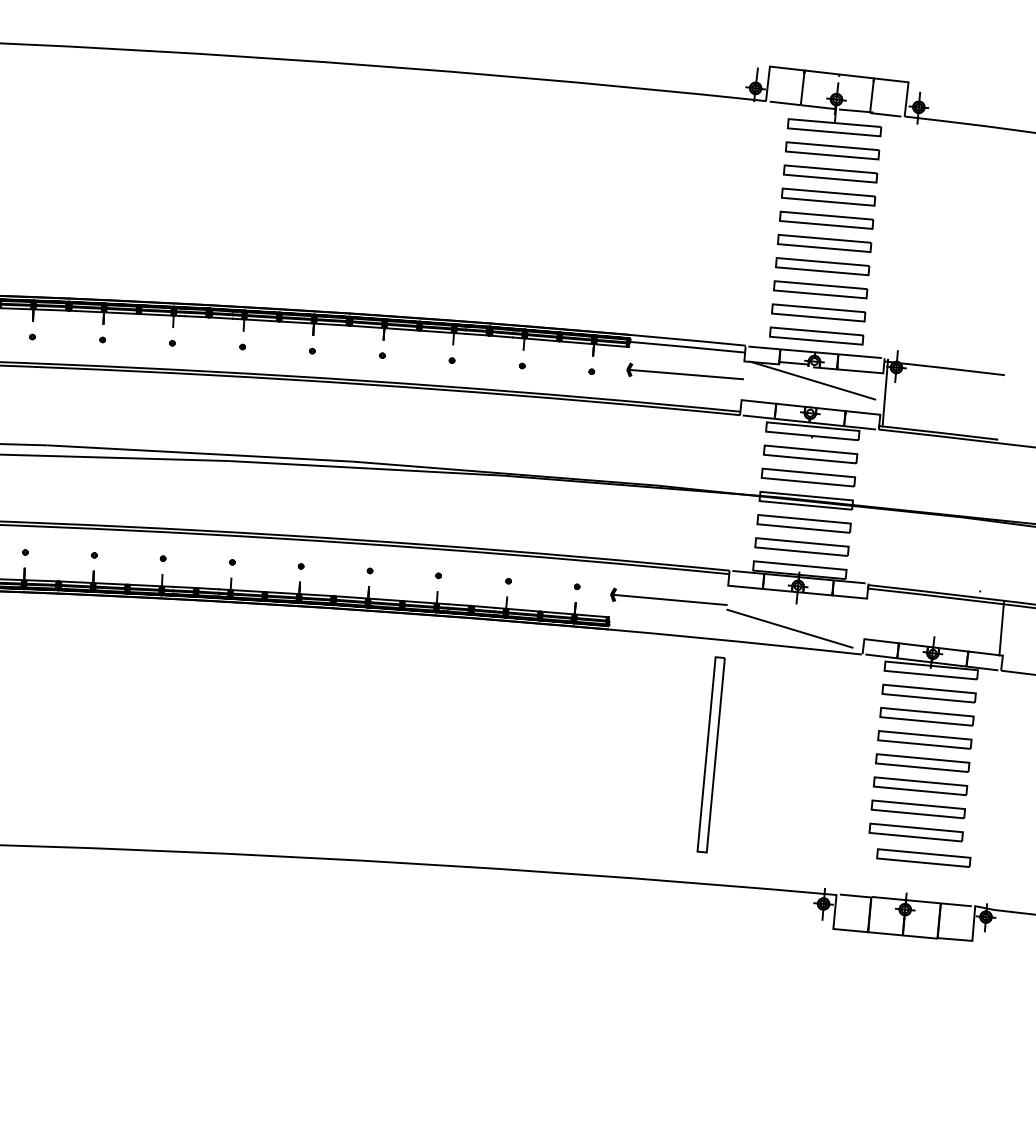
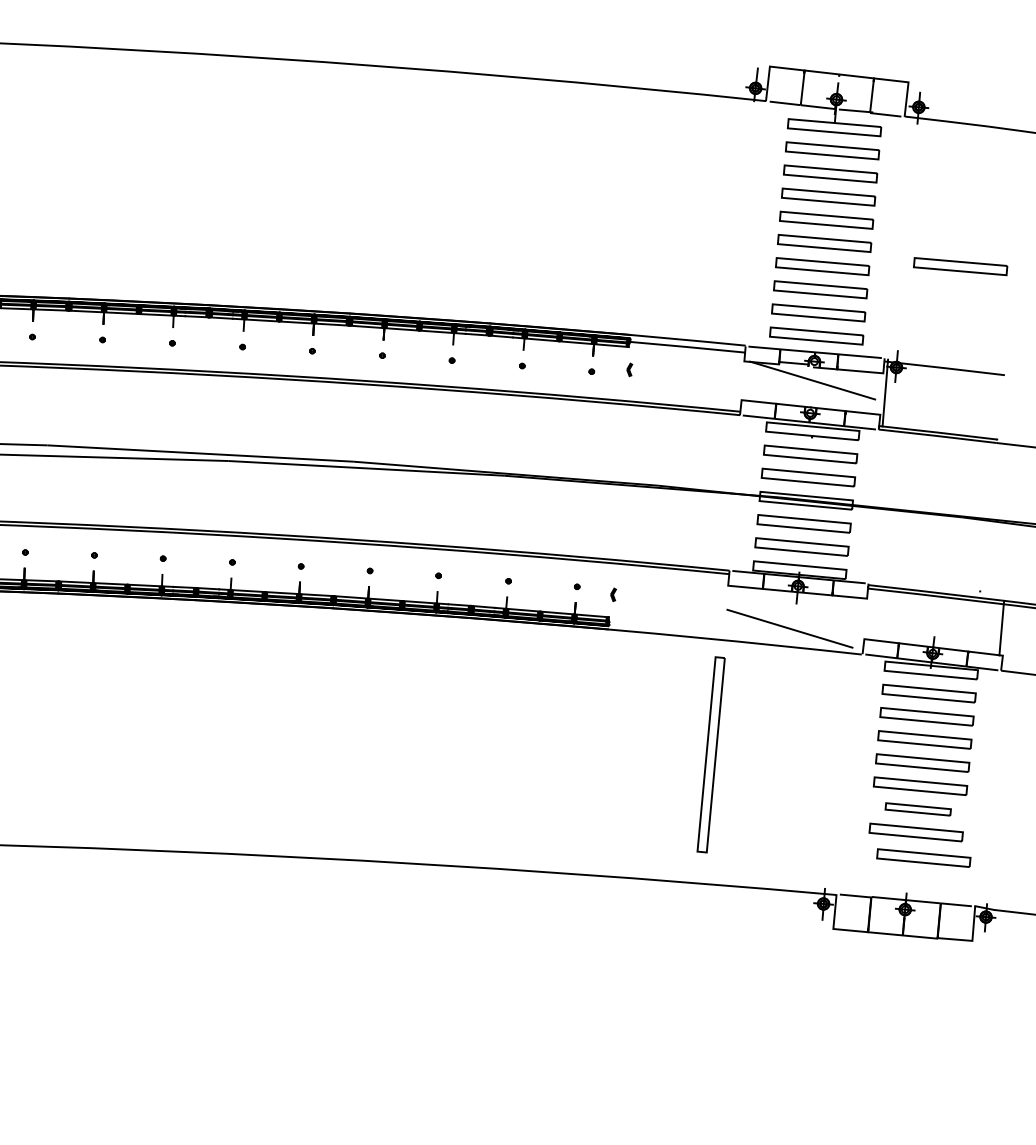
part at (960, 266): none -> present
line at (685, 374): present -> none
line at (669, 599): present -> none
part at (917, 809) size: 96x21 px -> 68x15 px
